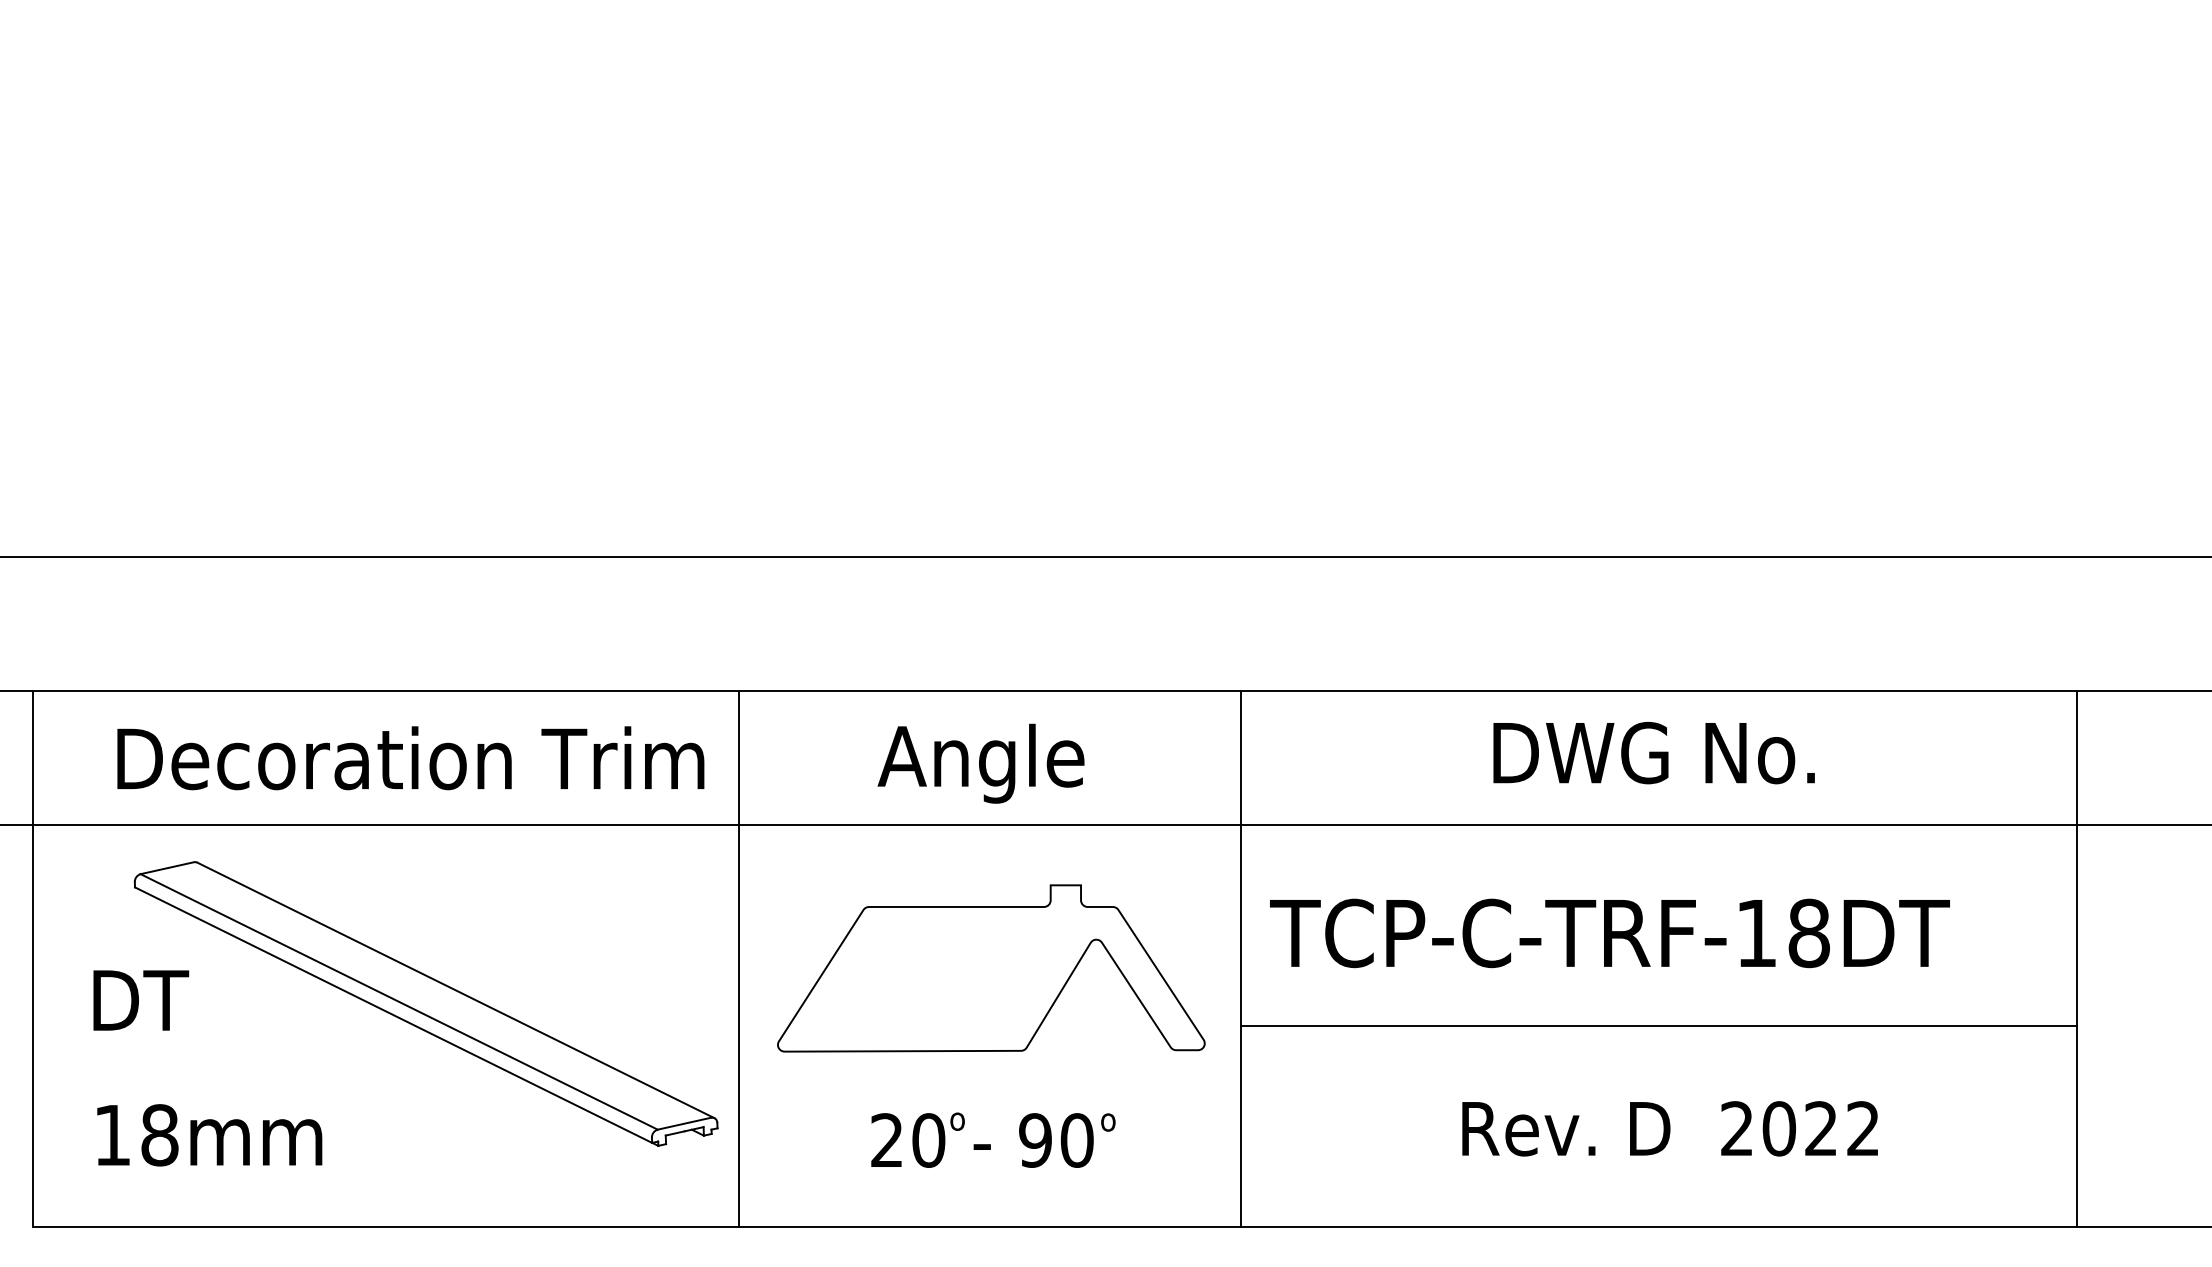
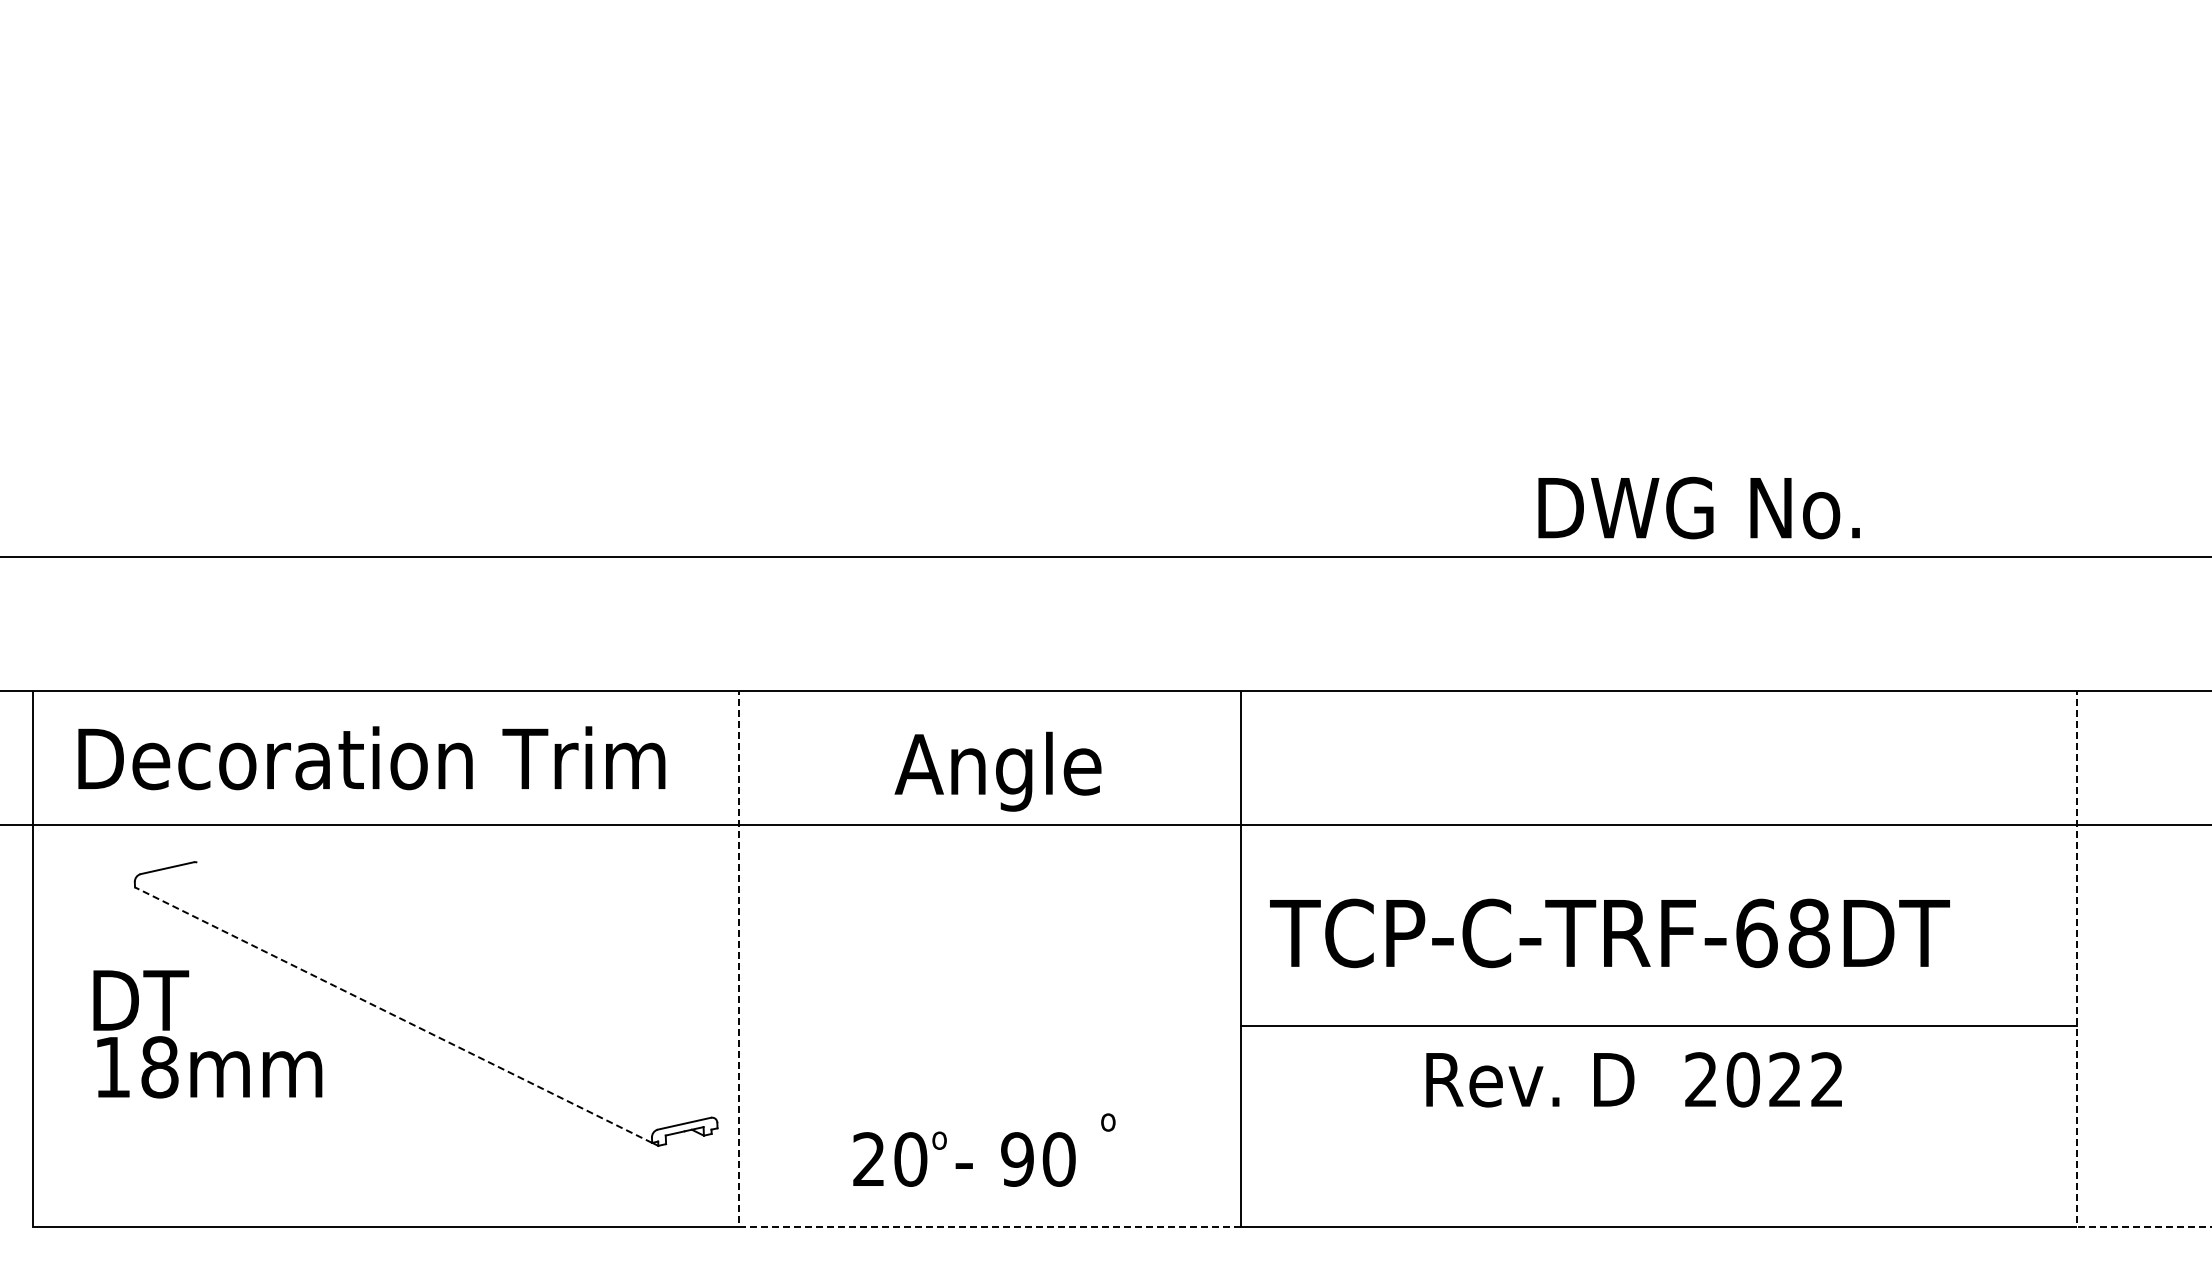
text at (1653, 752) position: (1653, 752) -> (1698, 507)
text at (410, 758) position: (410, 758) -> (371, 758)
text at (980, 763) position: (980, 763) -> (997, 771)
text at (1756, 933): TCP-C-TRF-18DT -> TCP-C-TRF-68DT
part at (991, 968): present -> none
line at (455, 990): present -> none
line at (398, 1001): present -> none
line at (393, 1014): solid -> dashed
line at (2077, 1026): solid -> dashed
text at (1669, 1128) position: (1669, 1128) -> (1633, 1079)
text at (209, 1135) position: (209, 1135) -> (209, 1067)
text at (982, 1139) position: (982, 1139) -> (964, 1158)
line at (738, 1210): solid -> dashed
